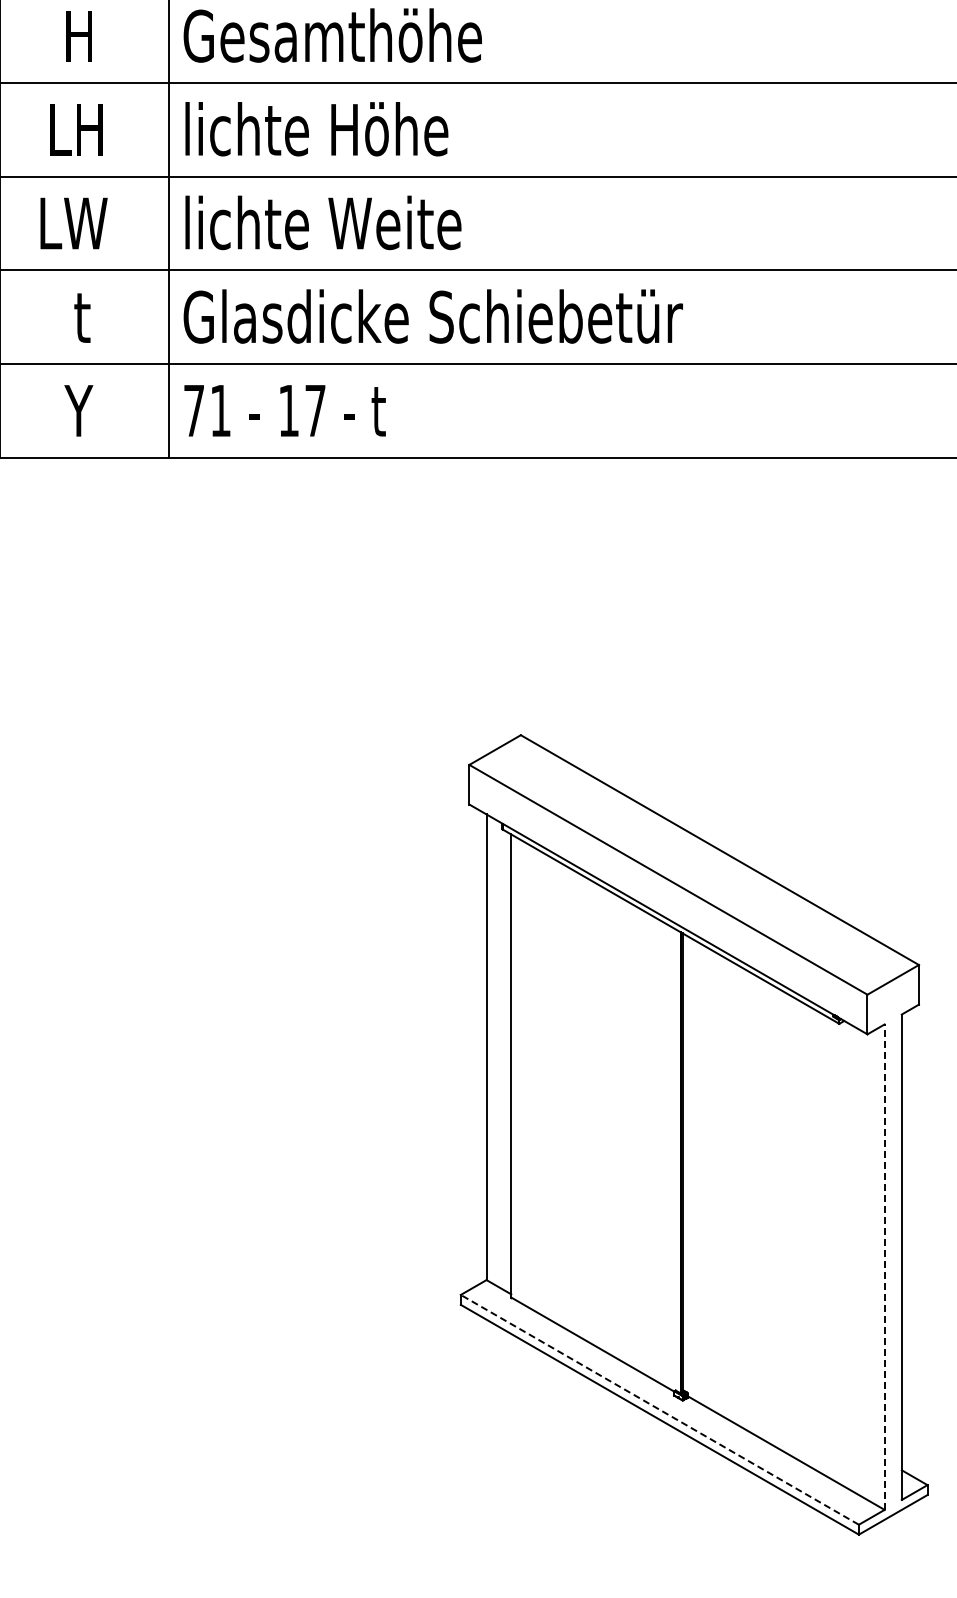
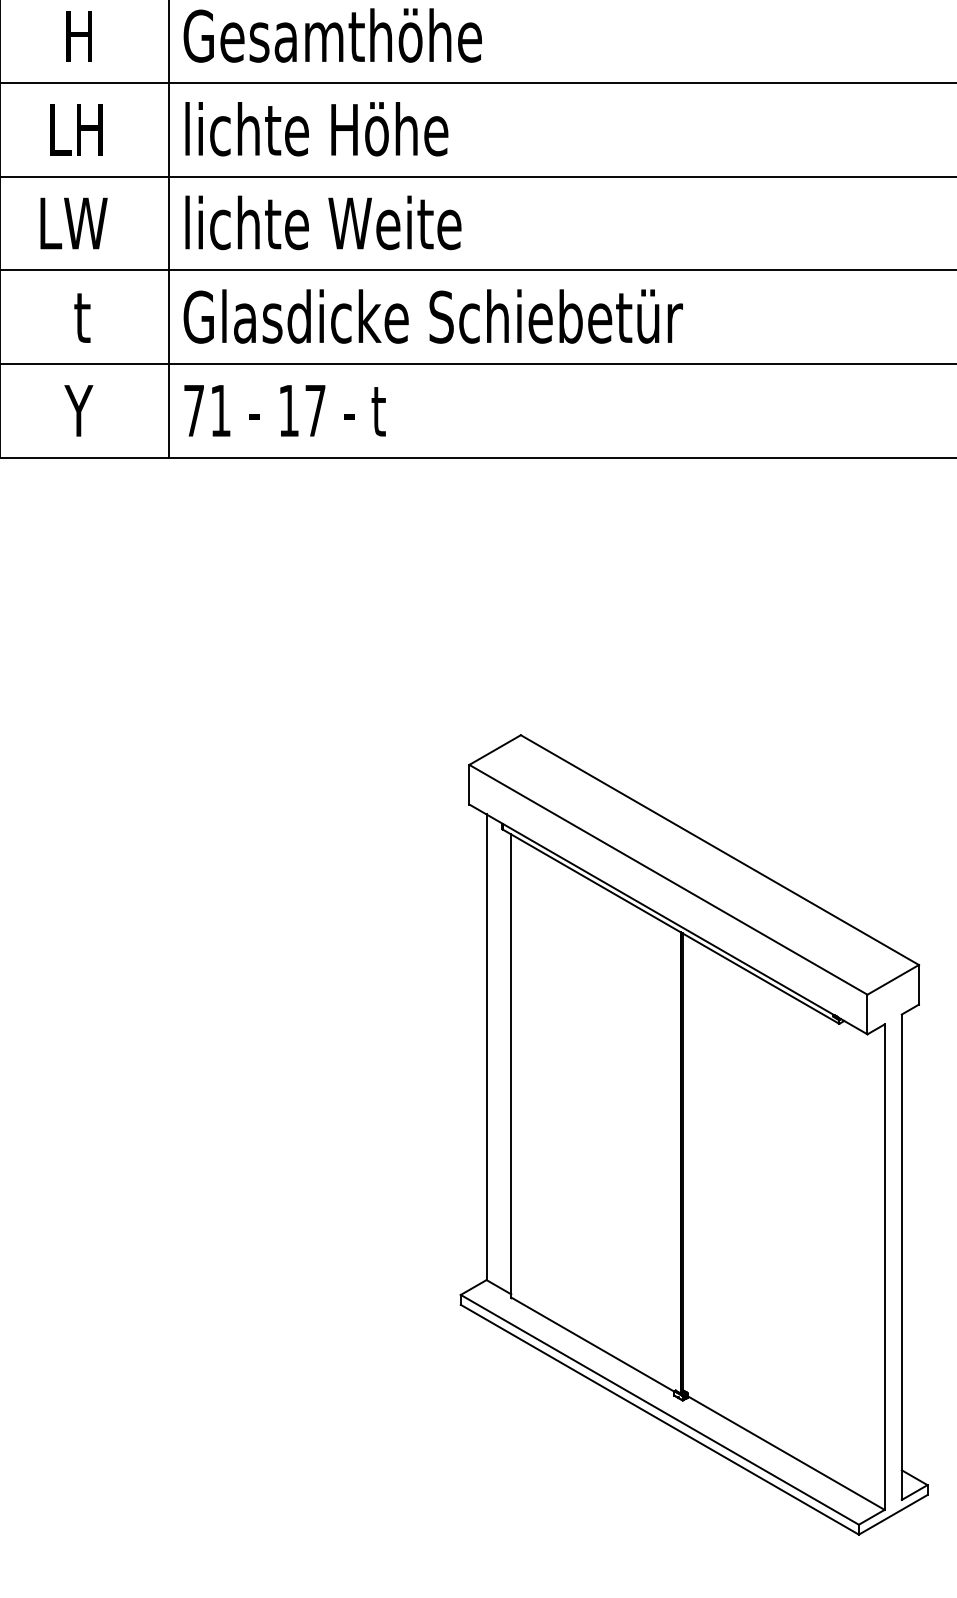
line at (884, 1267): dashed -> solid
line at (659, 1409): dashed -> solid
